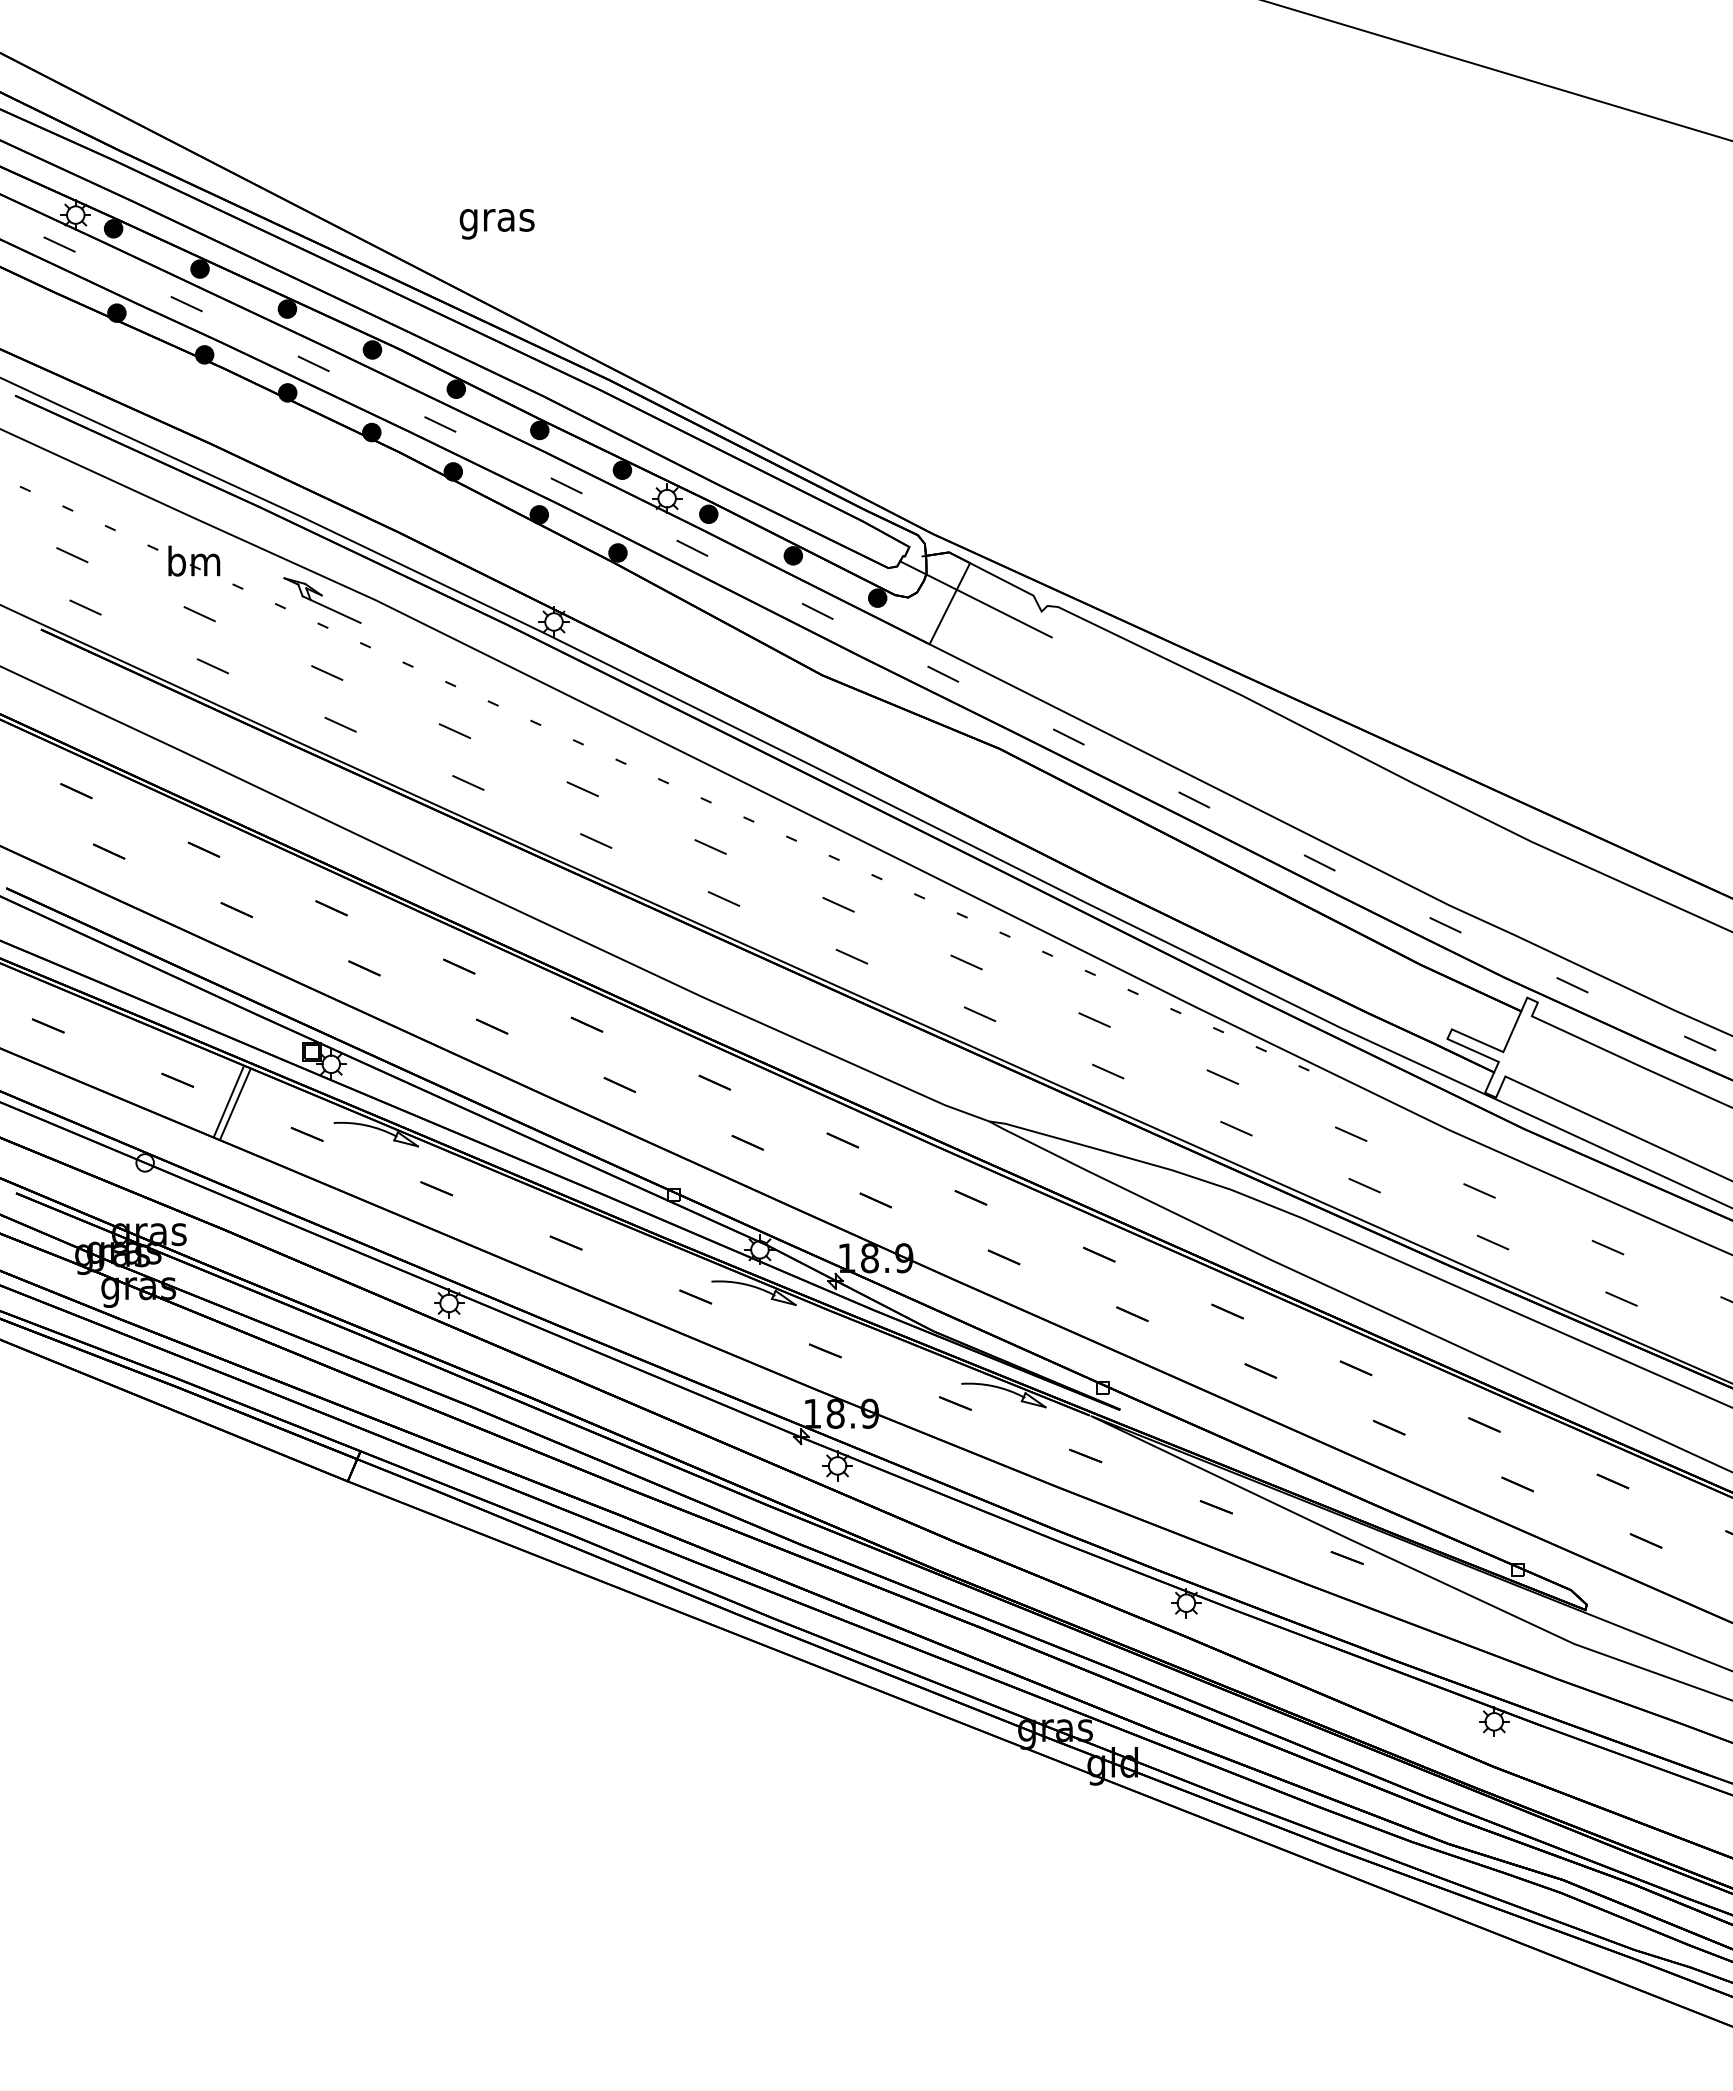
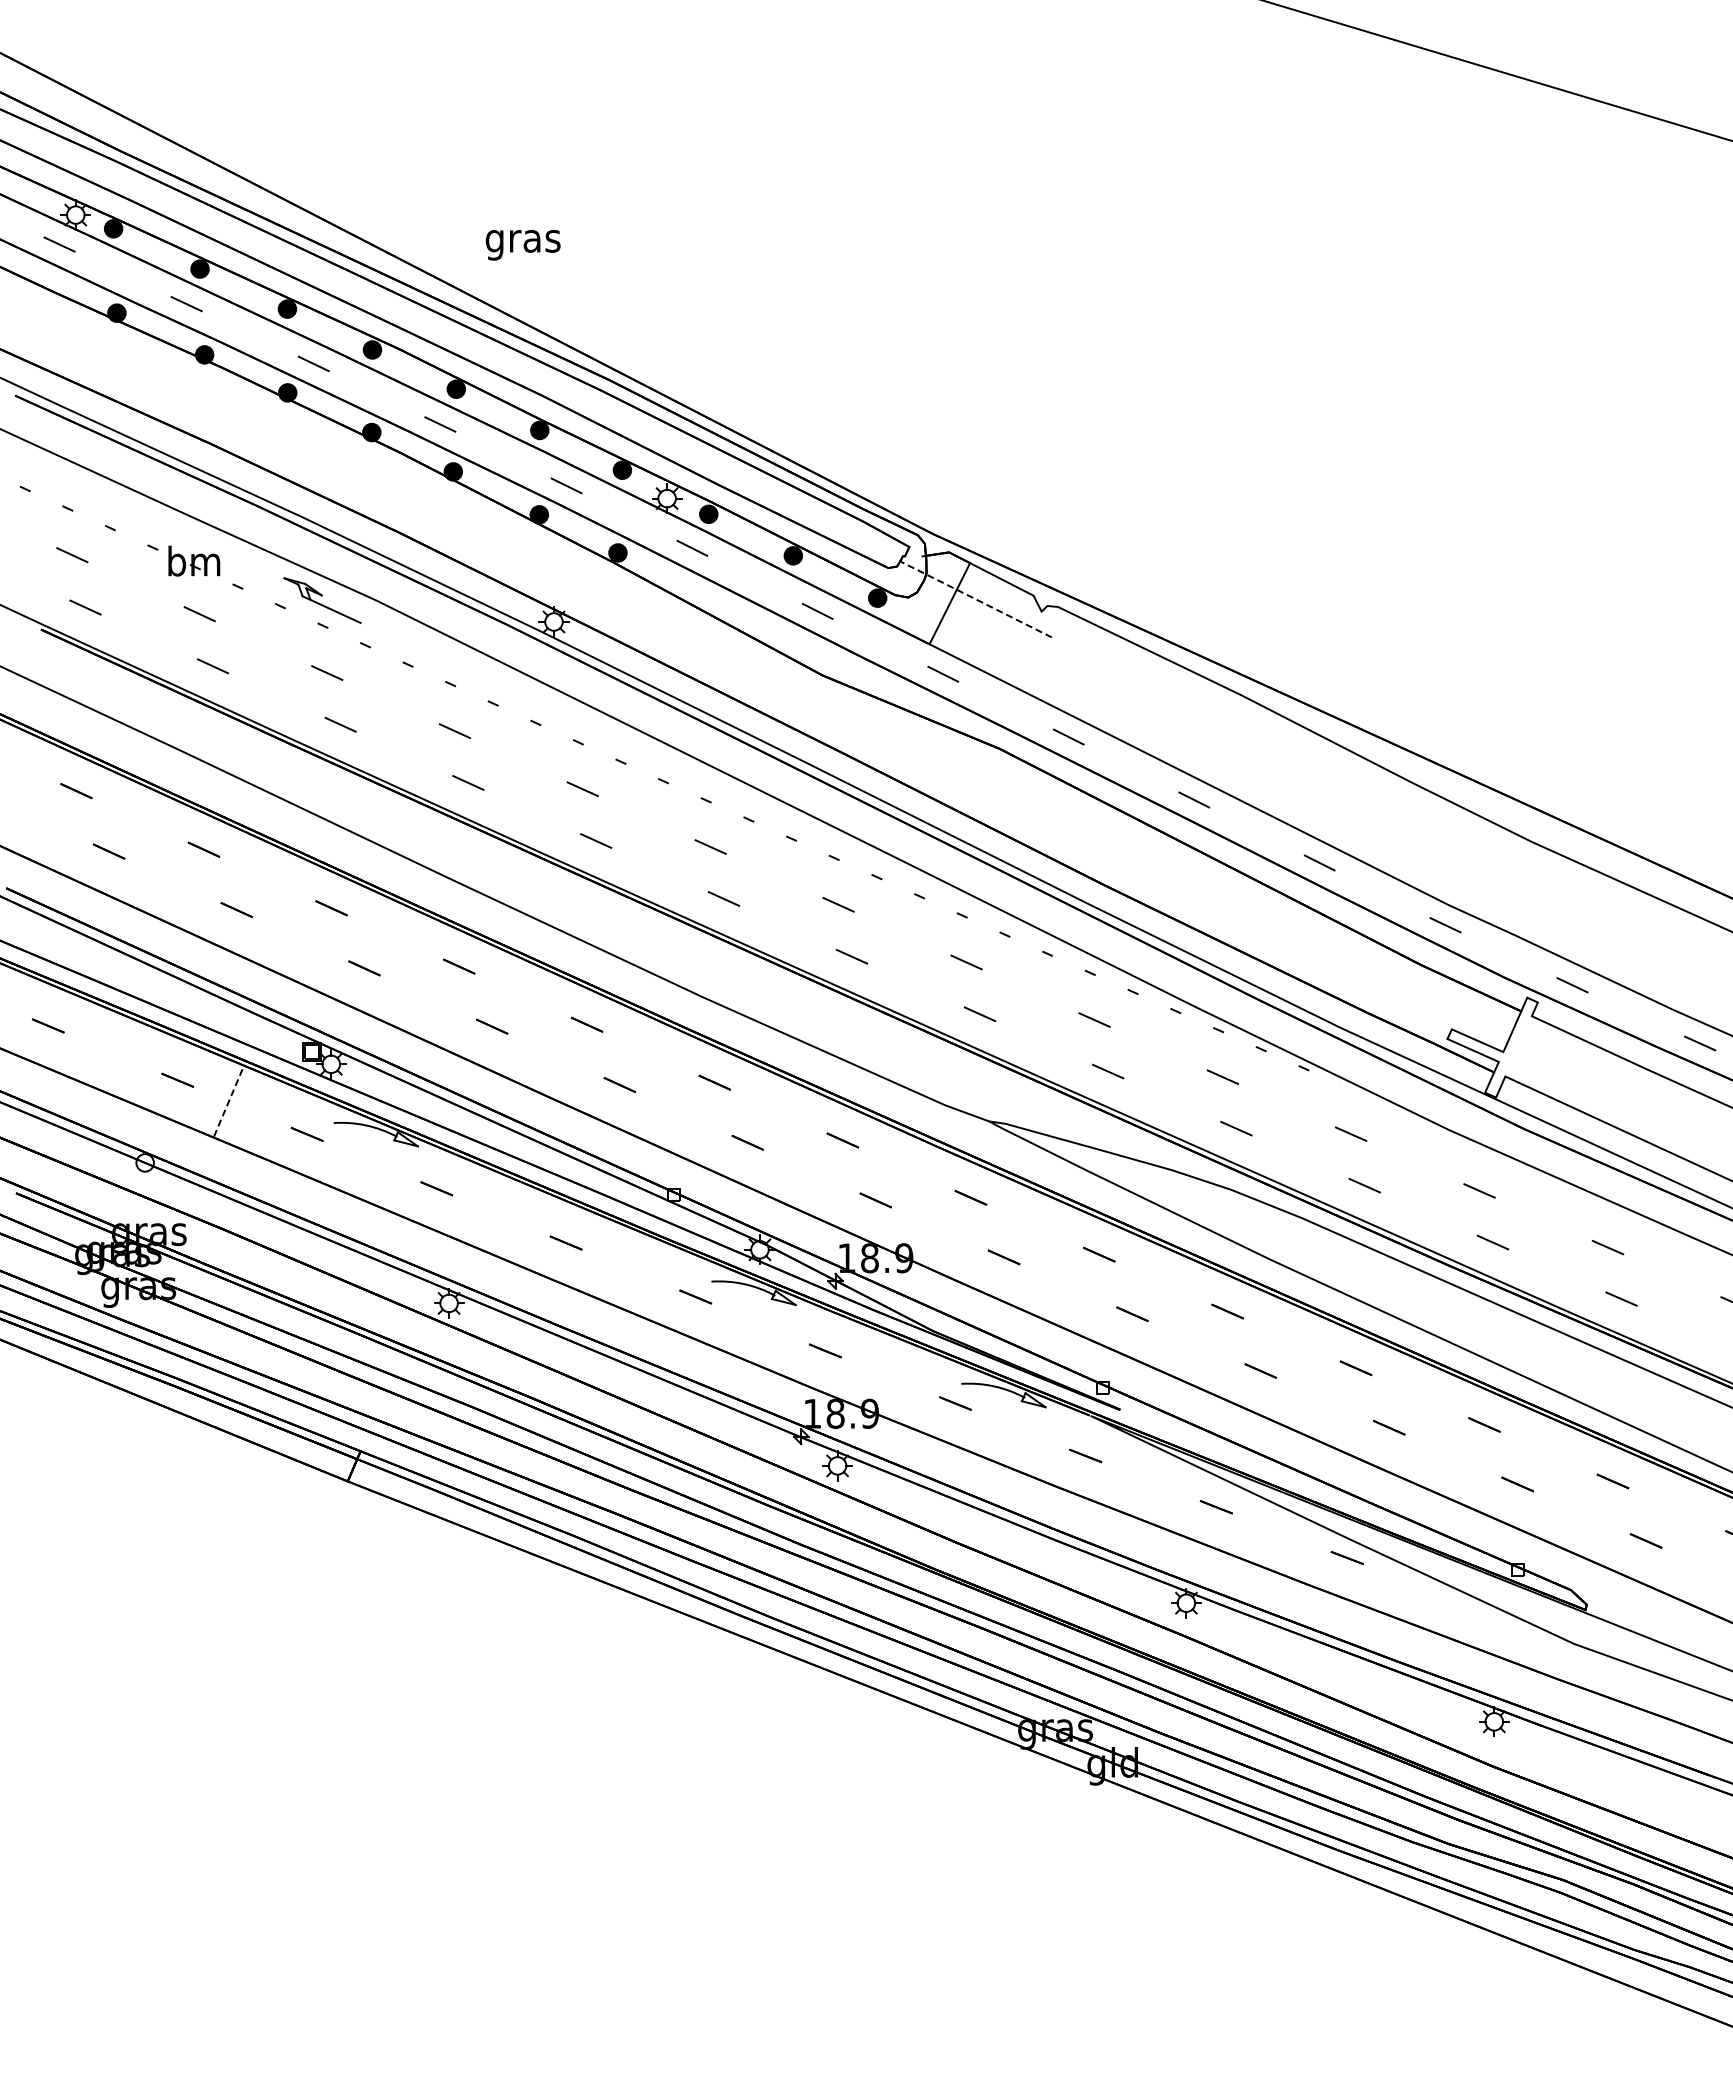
text at (496, 224) position: (496, 224) -> (522, 245)
line at (975, 599): solid -> dashed
line at (228, 1101): solid -> dashed
line at (235, 1104): present -> none
